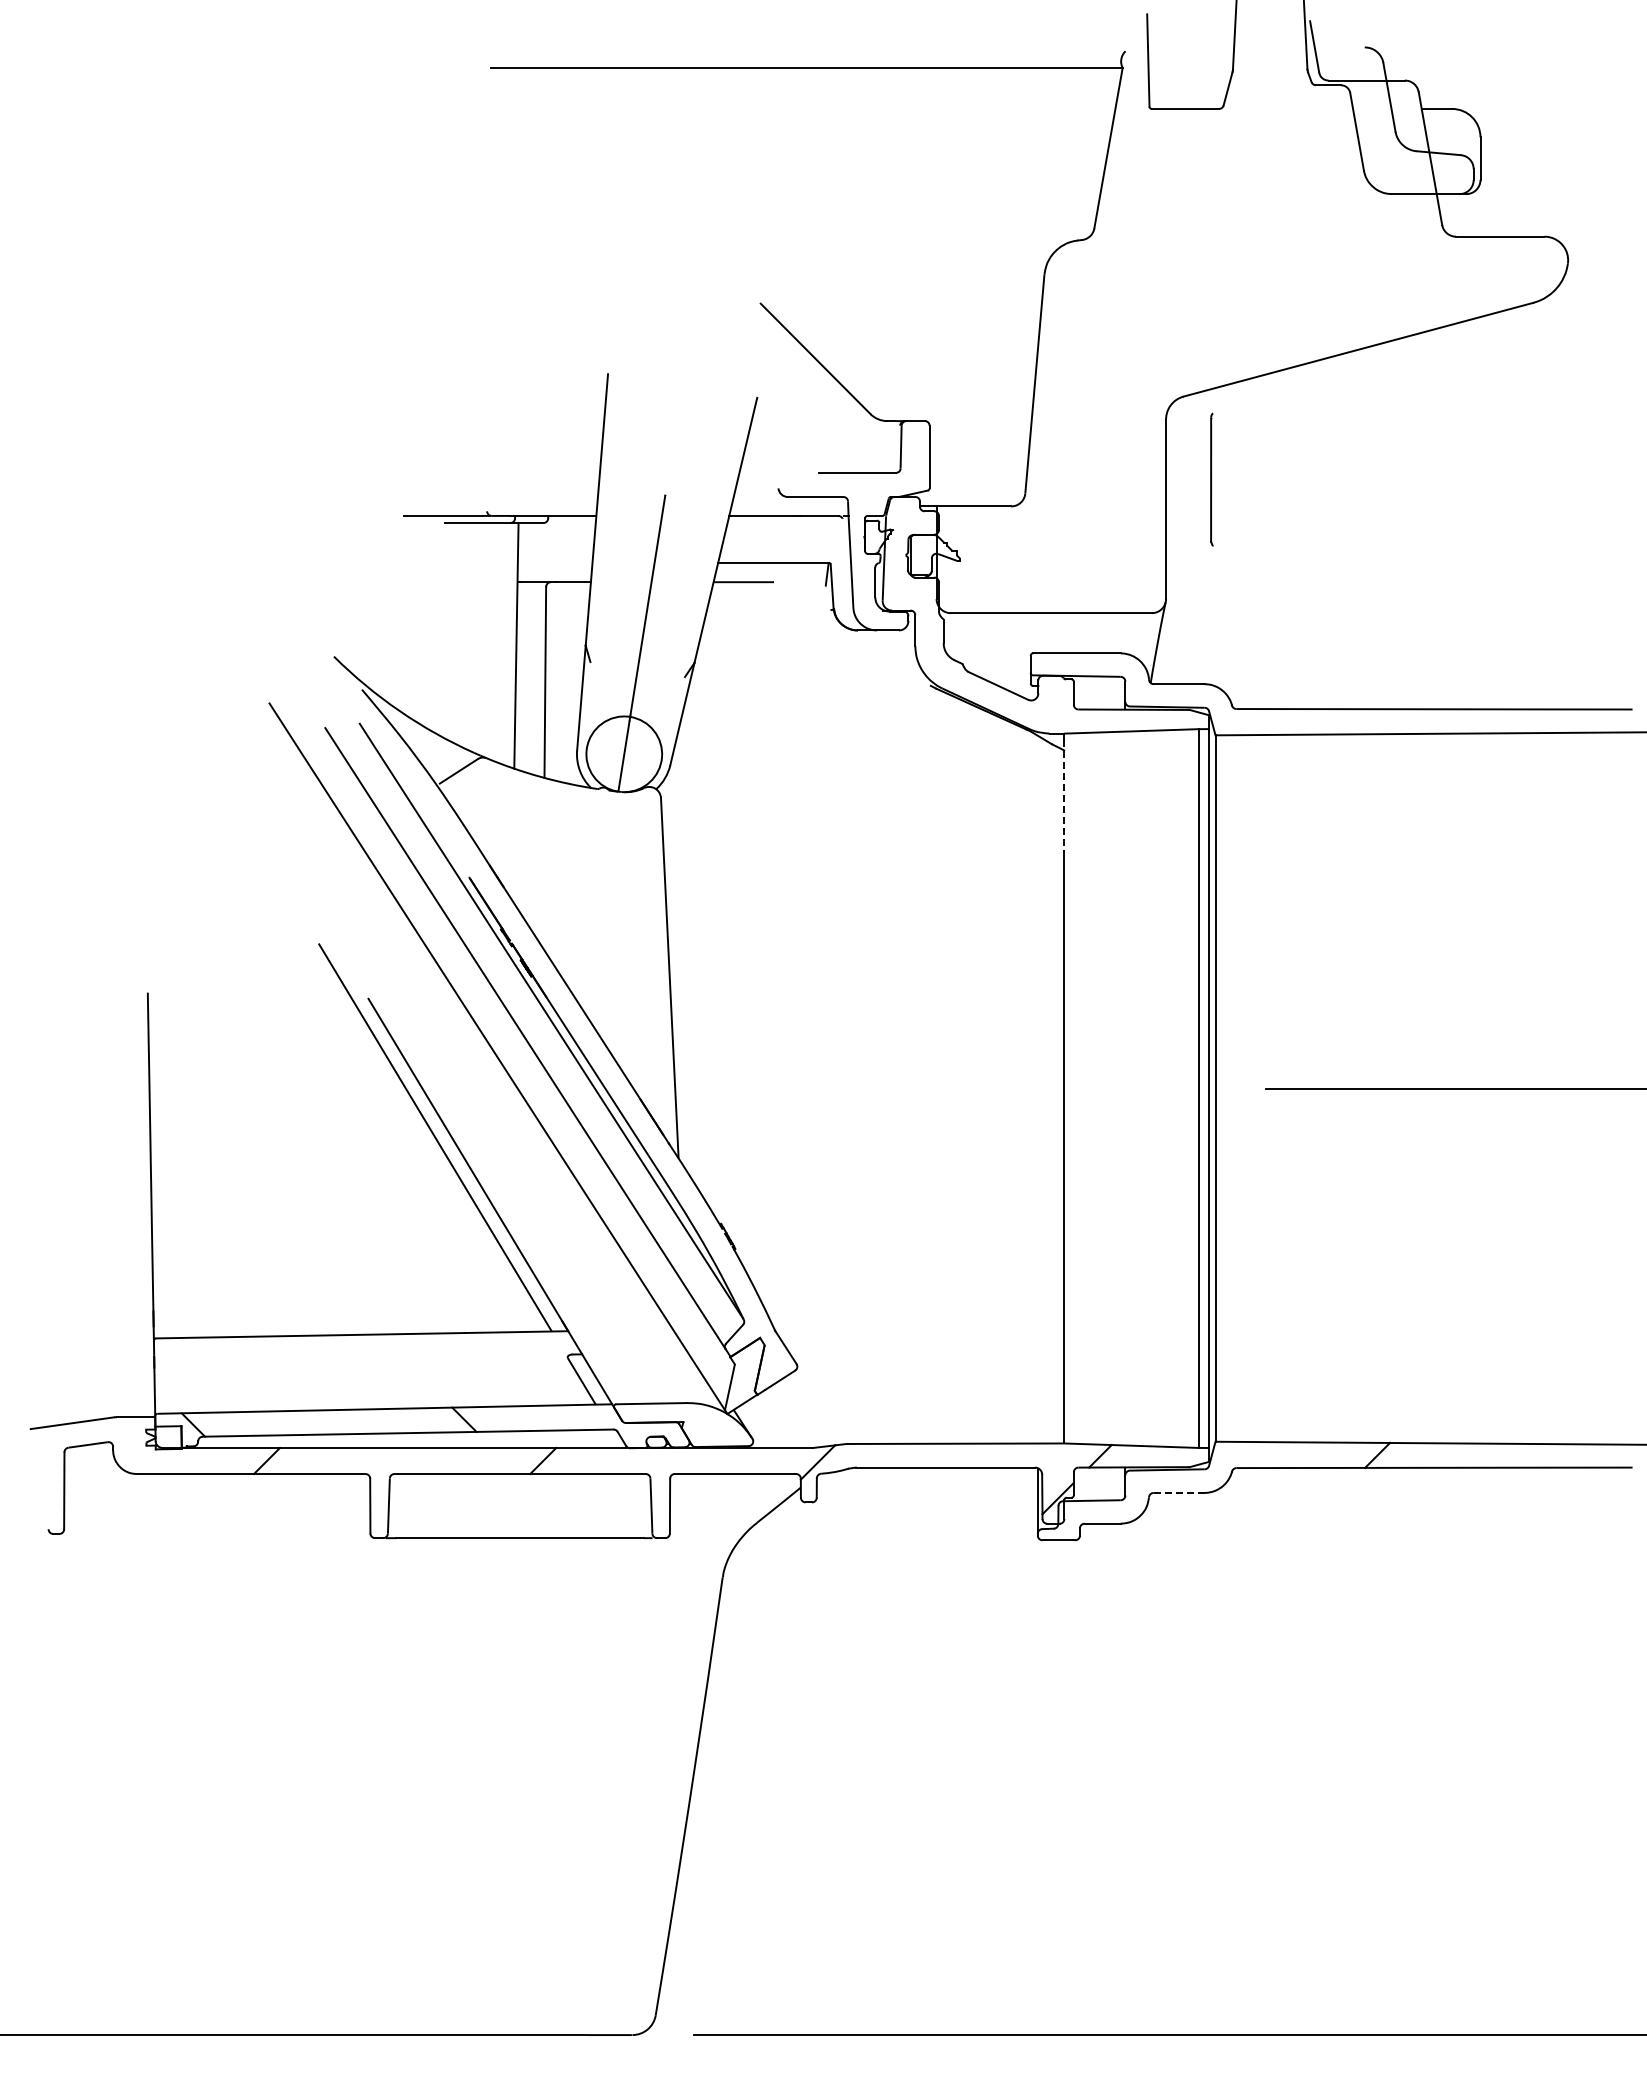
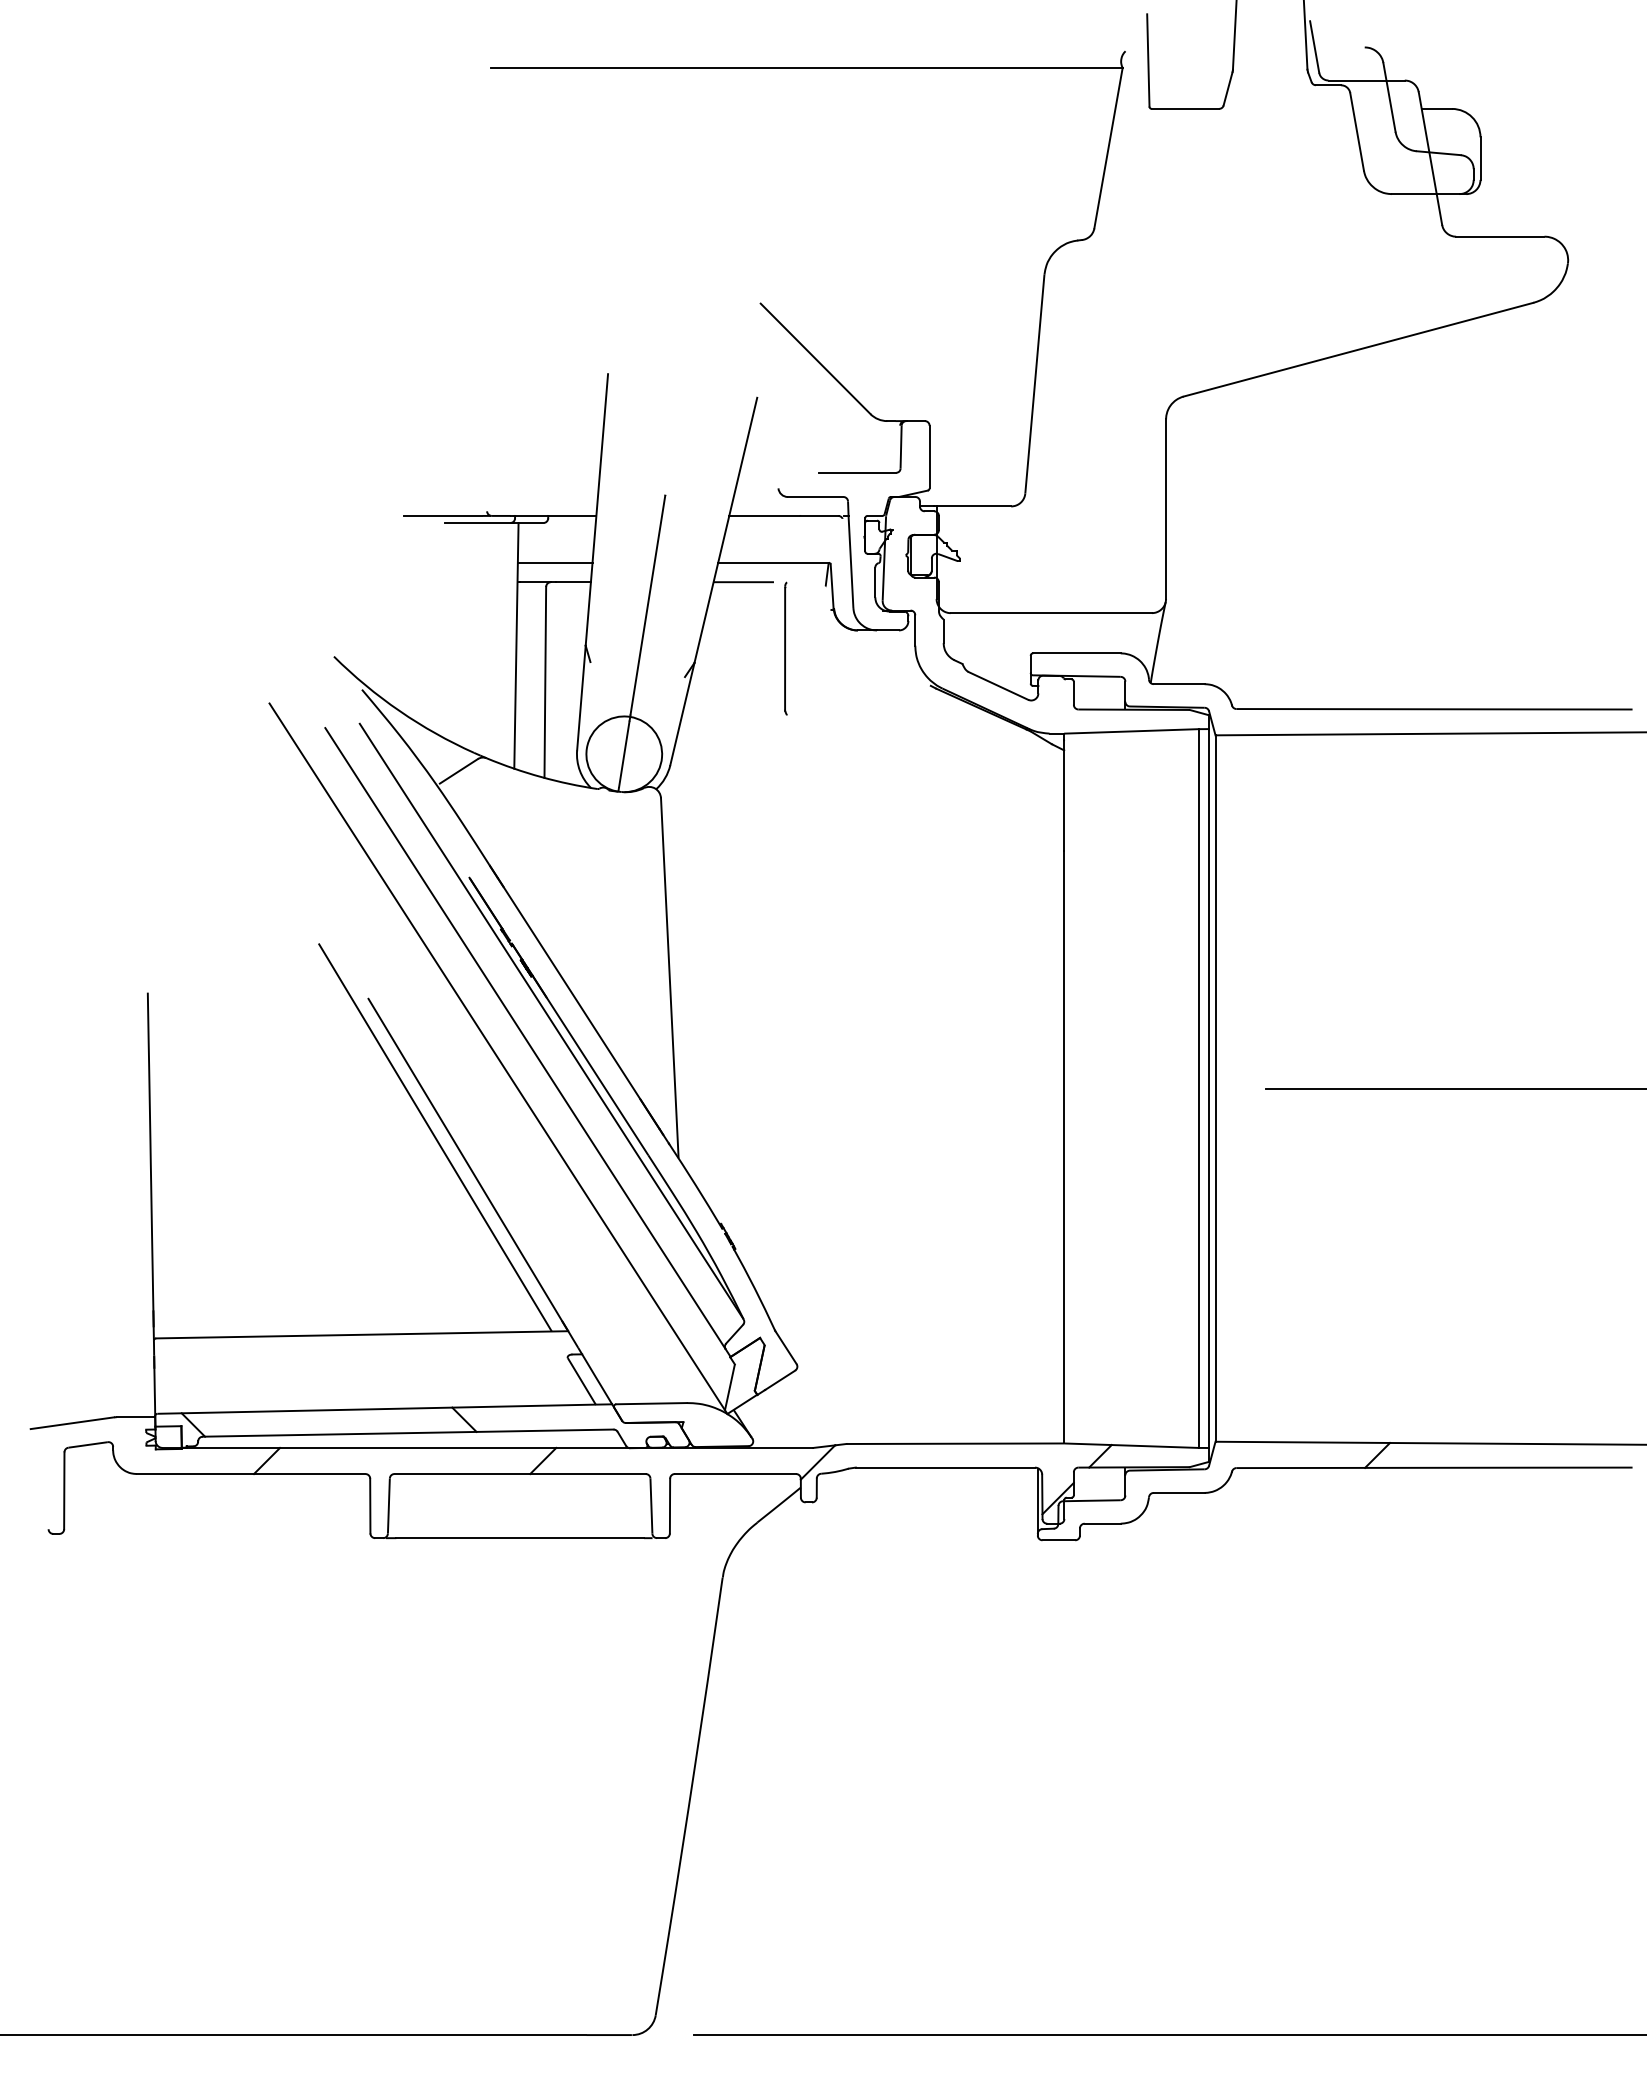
part at (1211, 479) position: (1211, 479) -> (785, 648)
line at (554, 563): none -> present
line at (1064, 795): dashed -> solid
line at (1179, 1492): dashed -> solid
